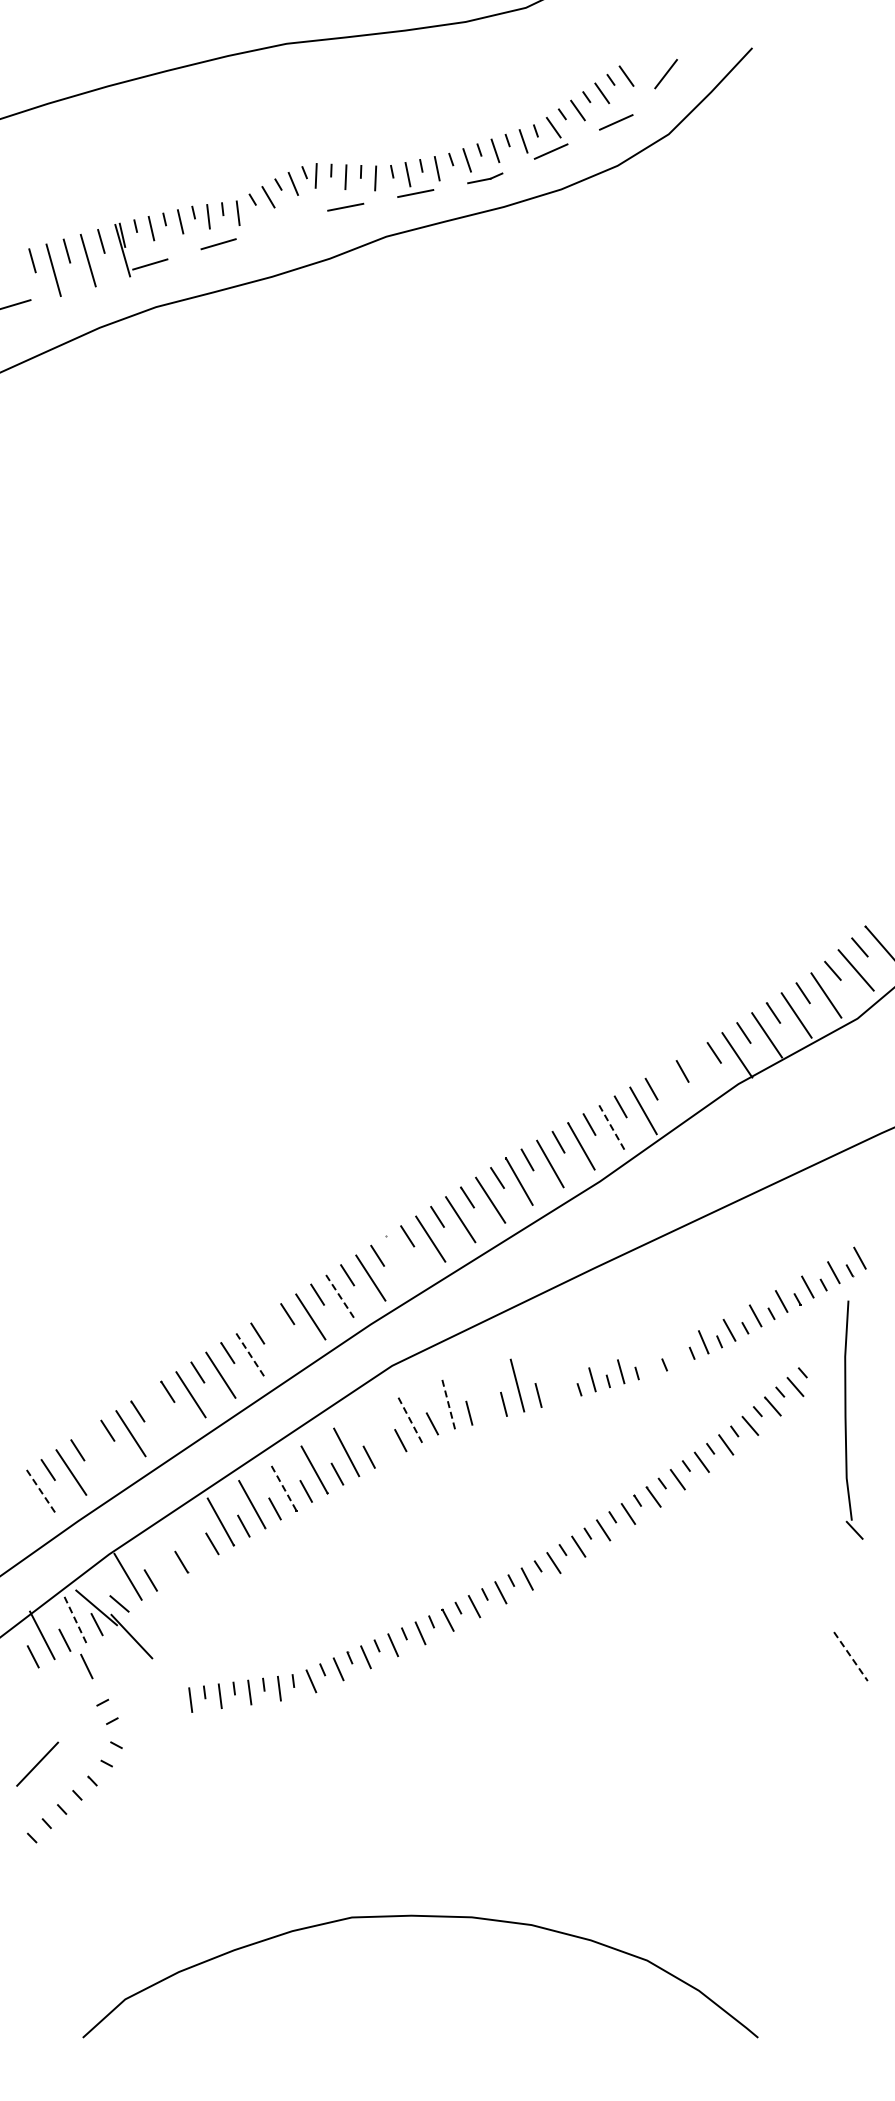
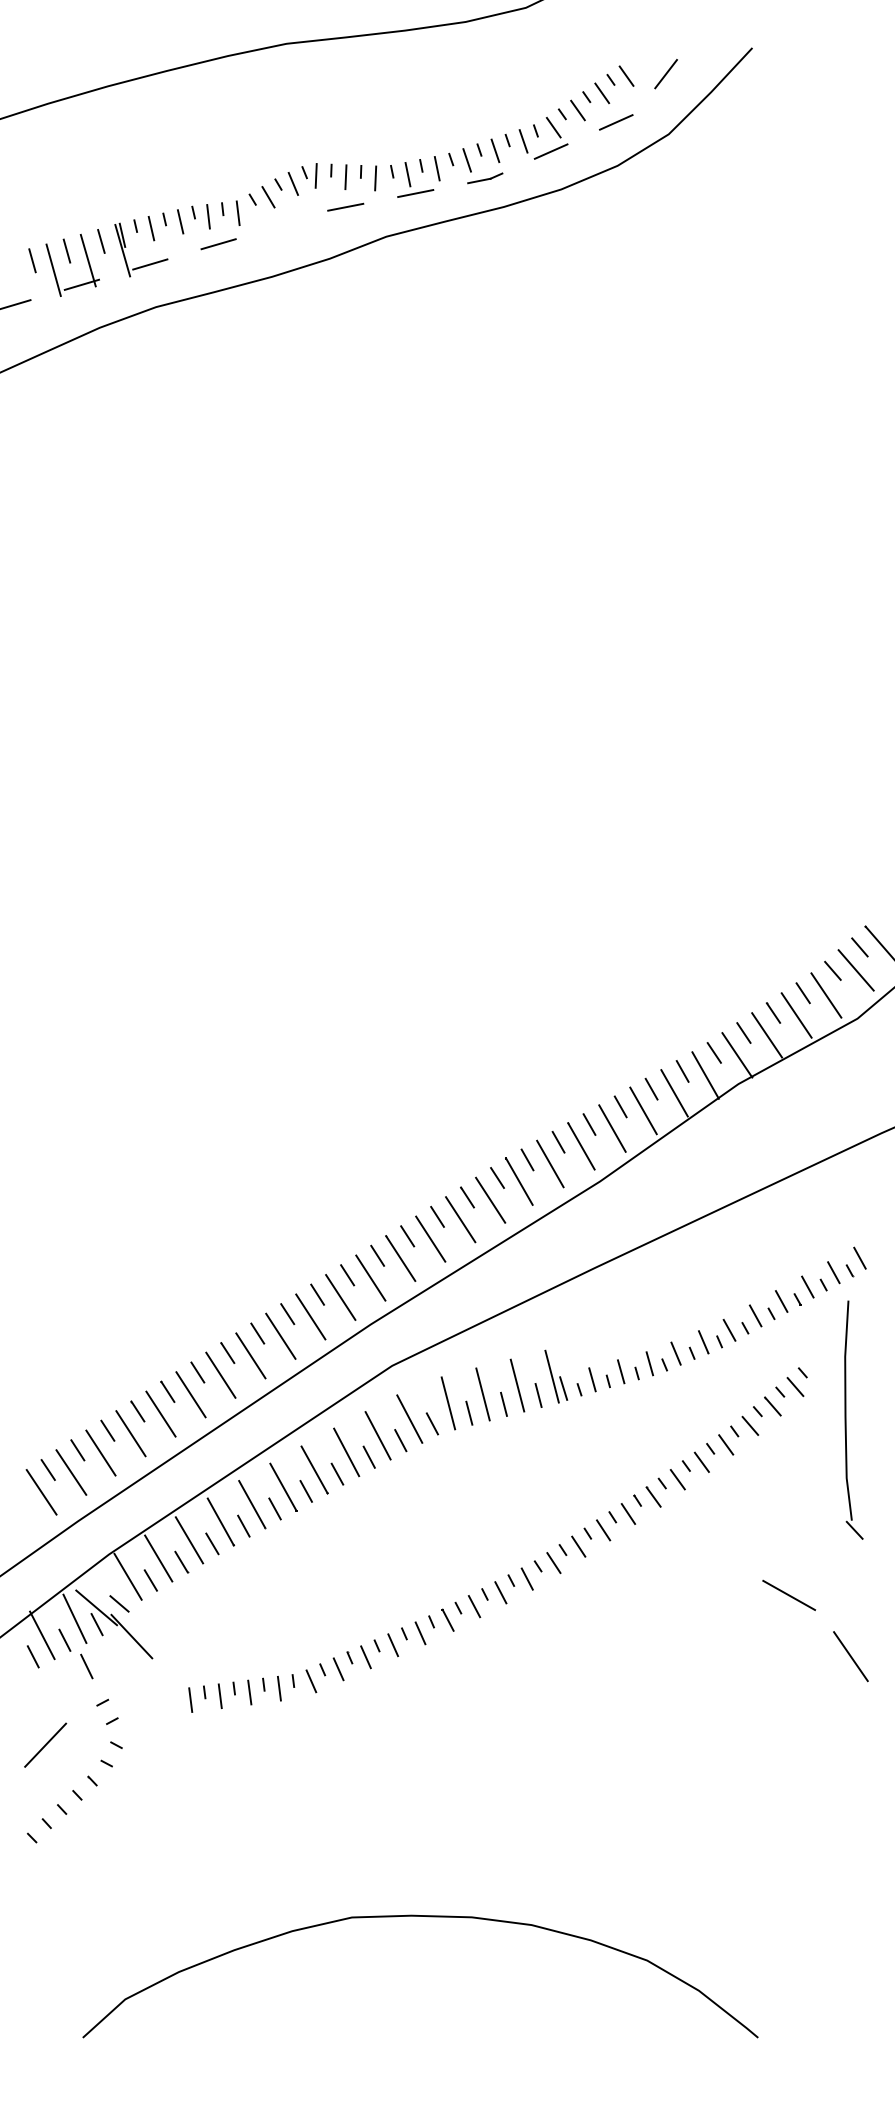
line at (81, 284): none -> present
line at (705, 1075): none -> present
line at (674, 1093): none -> present
line at (612, 1128): dashed -> solid
line at (400, 1258): none -> present
line at (340, 1297): dashed -> solid
line at (280, 1335): none -> present
line at (675, 1353): none -> present
line at (250, 1355): dashed -> solid
line at (649, 1363): none -> present
part at (556, 1376): none -> present
line at (482, 1394): none -> present
line at (448, 1403): dashed -> solid
line at (160, 1413): none -> present
line at (409, 1419): dashed -> solid
line at (377, 1435): none -> present
line at (100, 1452): none -> present
line at (283, 1487): dashed -> solid
line at (41, 1492): dashed -> solid
line at (189, 1540): none -> present
line at (158, 1558): none -> present
line at (789, 1595): none -> present
line at (74, 1618): dashed -> solid
line at (850, 1656): dashed -> solid
line at (37, 1763) position: (37, 1763) -> (45, 1744)
